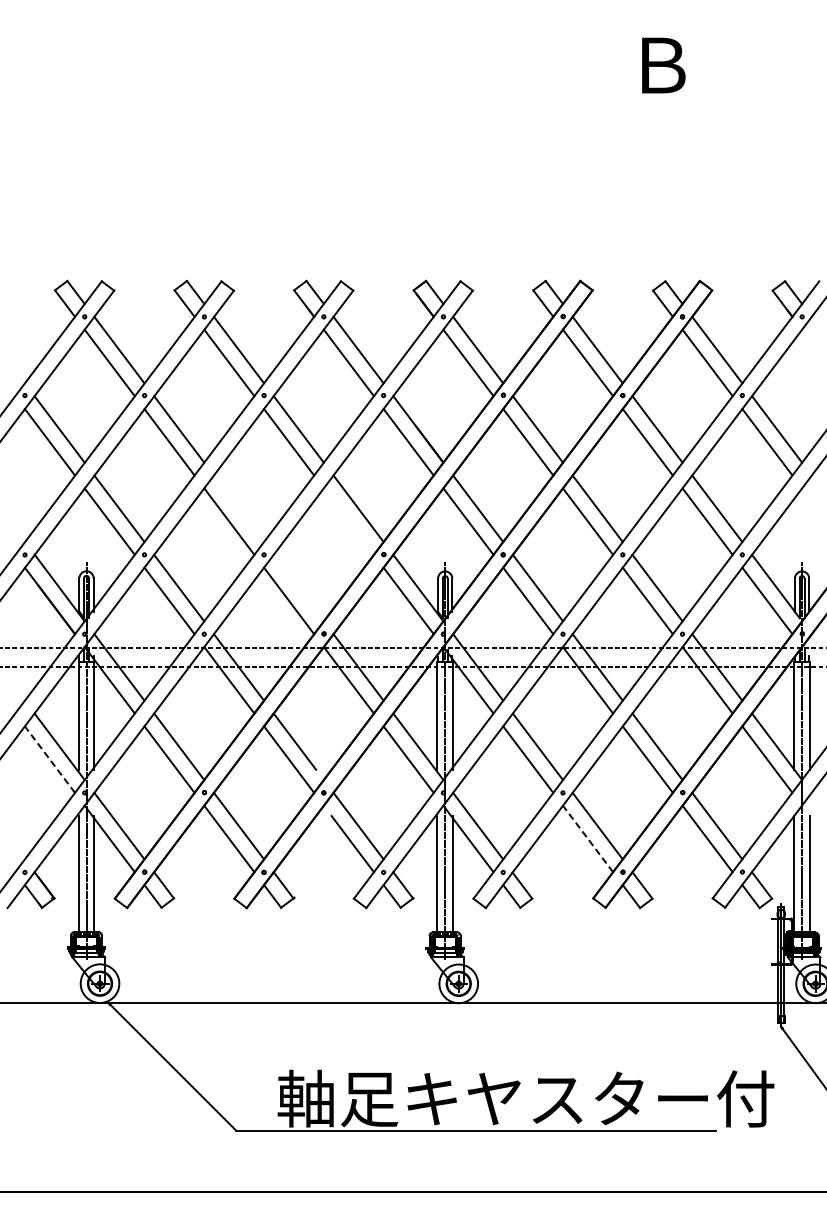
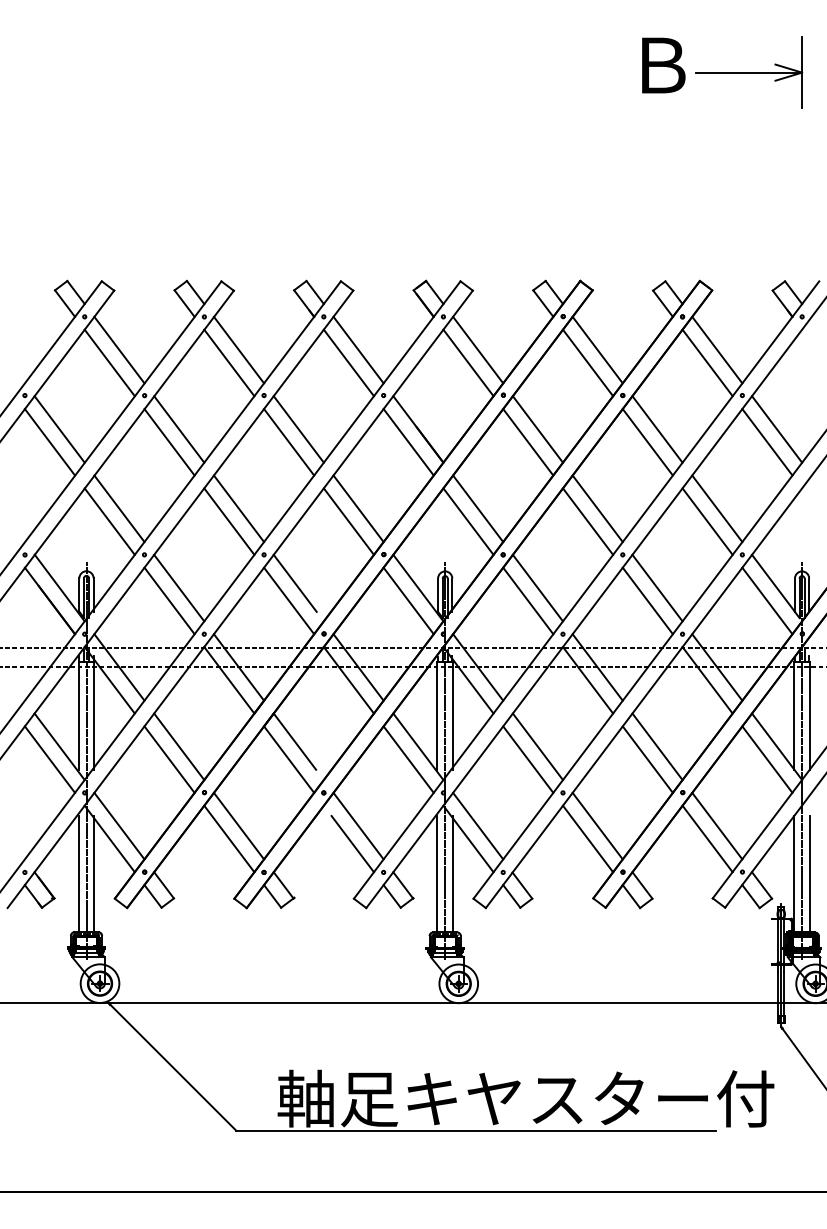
part at (749, 72): none -> present
line at (238, 508): none -> present
line at (348, 521): none -> present
line at (294, 582): none -> present
line at (49, 759): dashed -> solid
line at (588, 838): dashed -> solid
